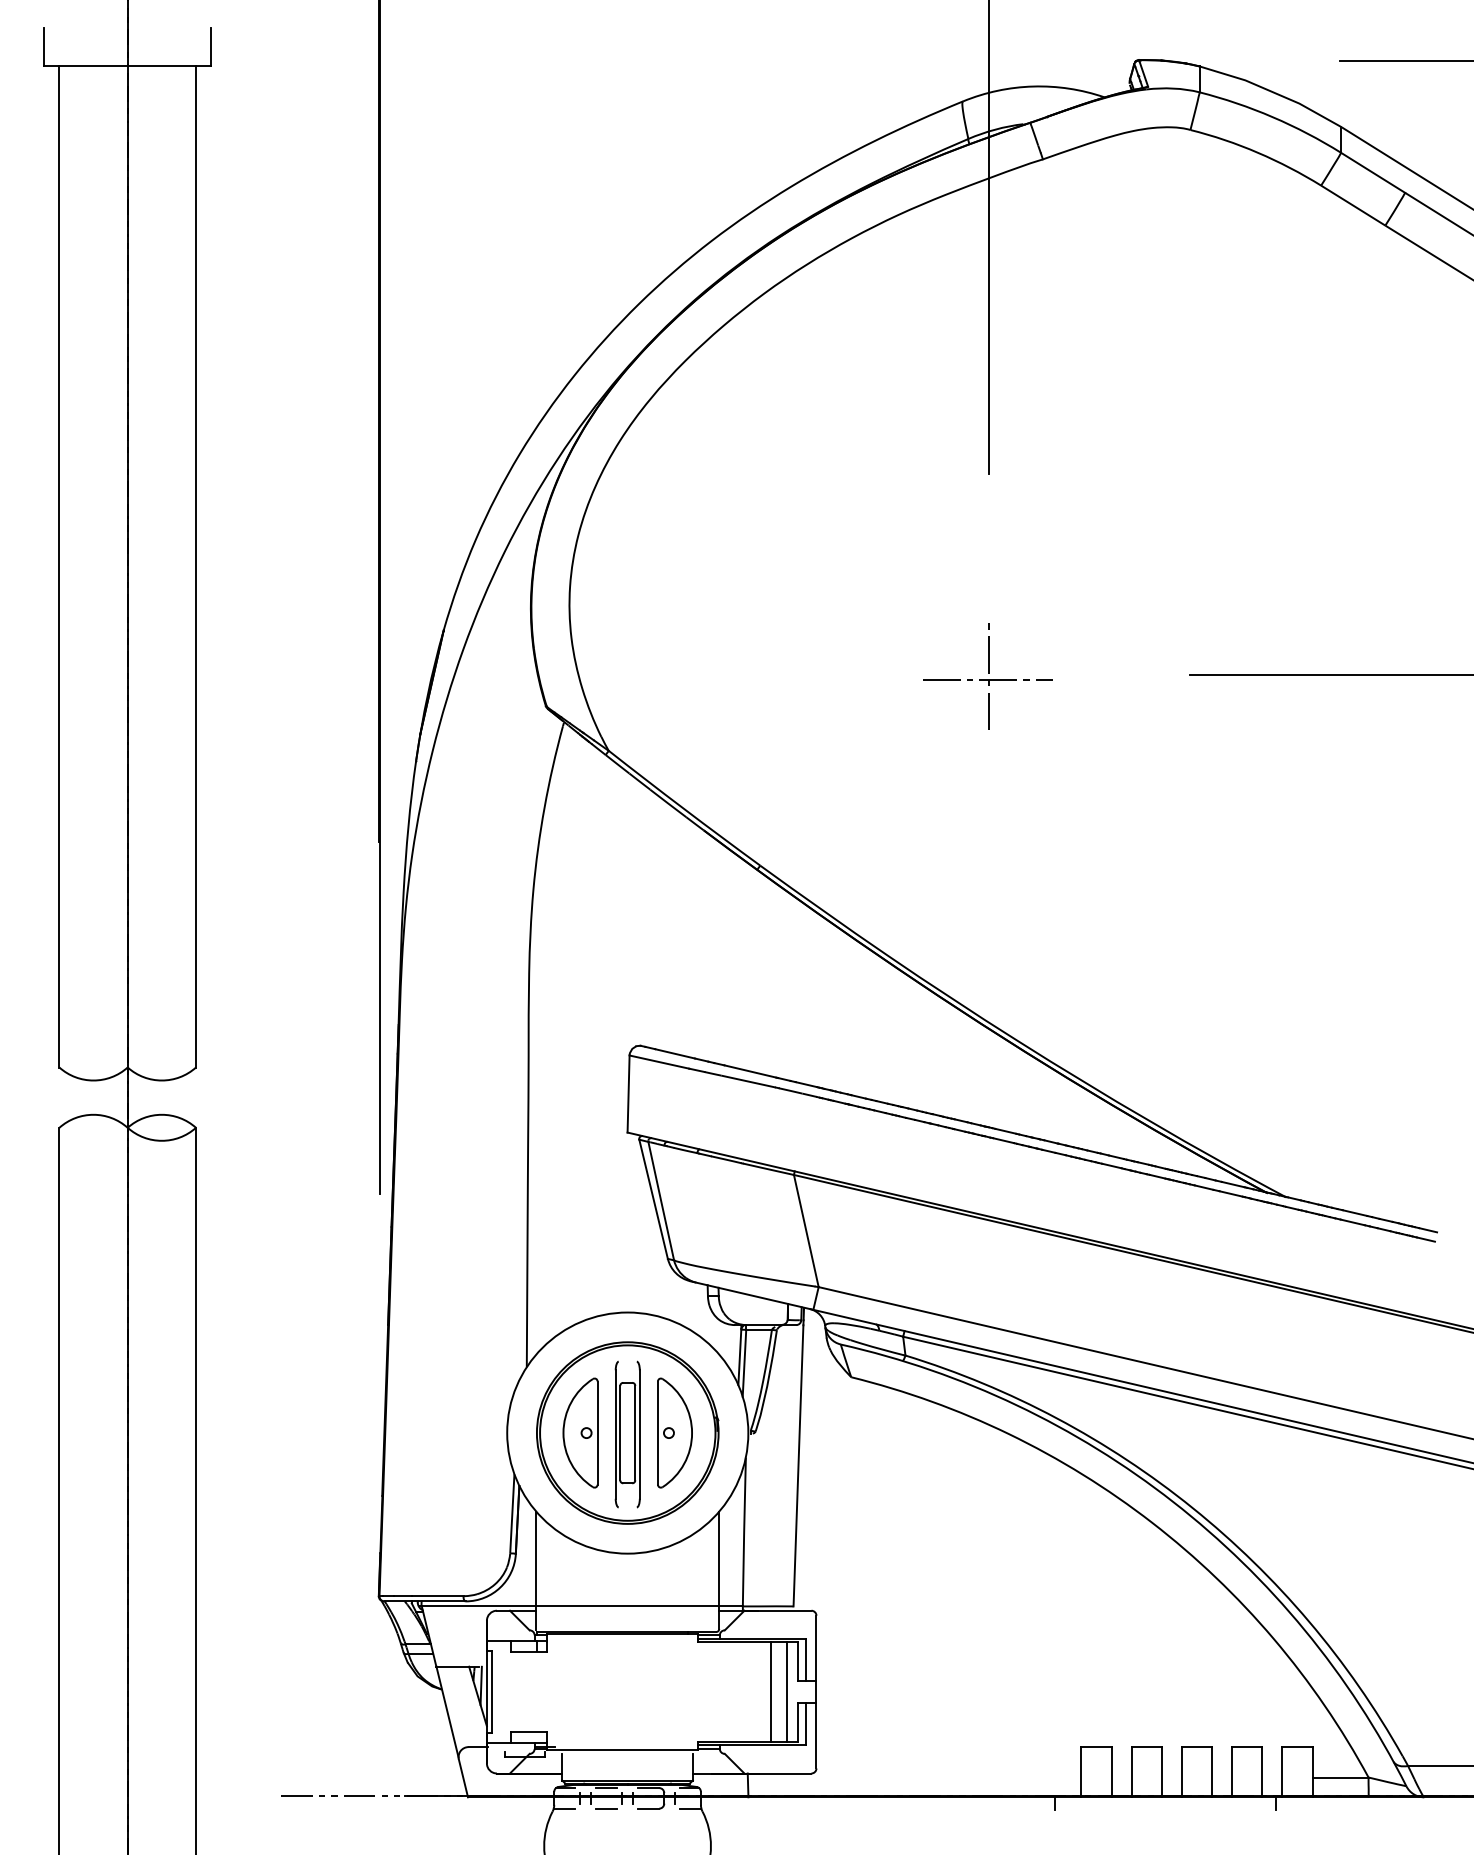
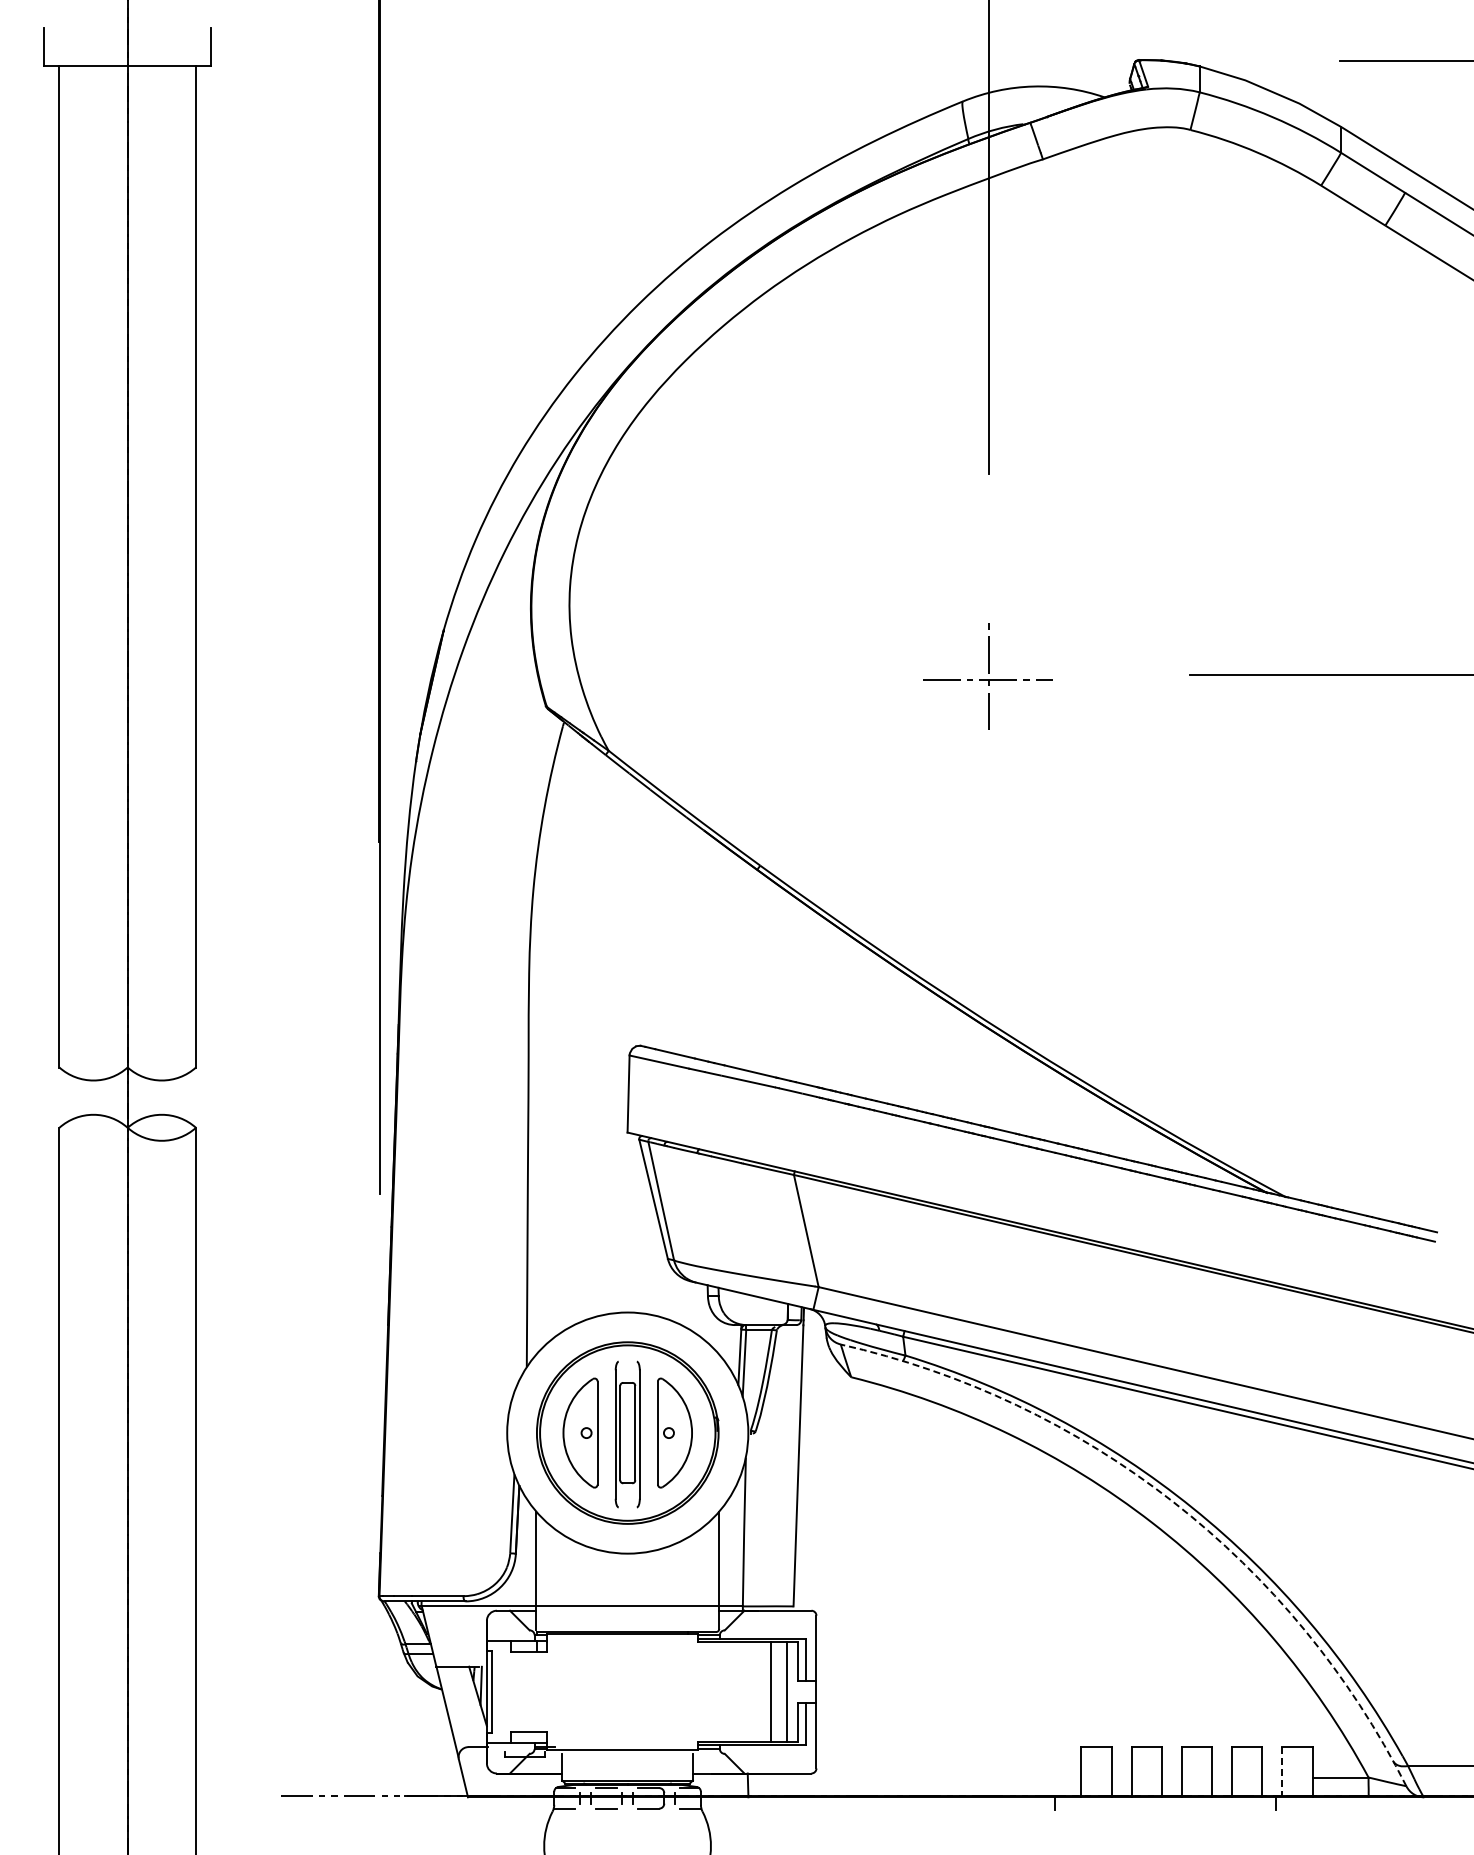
arc at (1173, 1501): solid -> dashed
line at (1282, 1772): solid -> dashed
